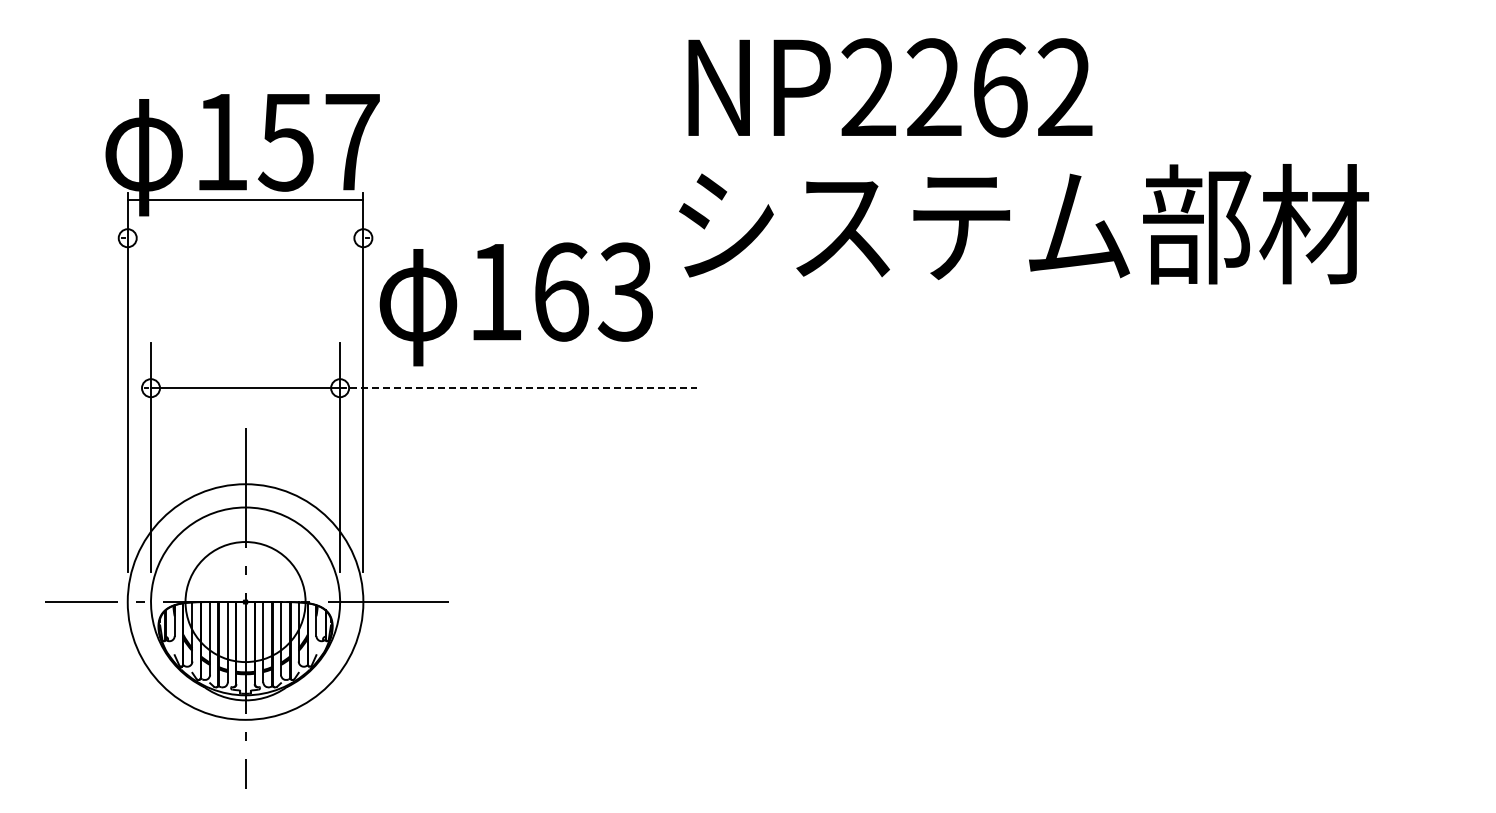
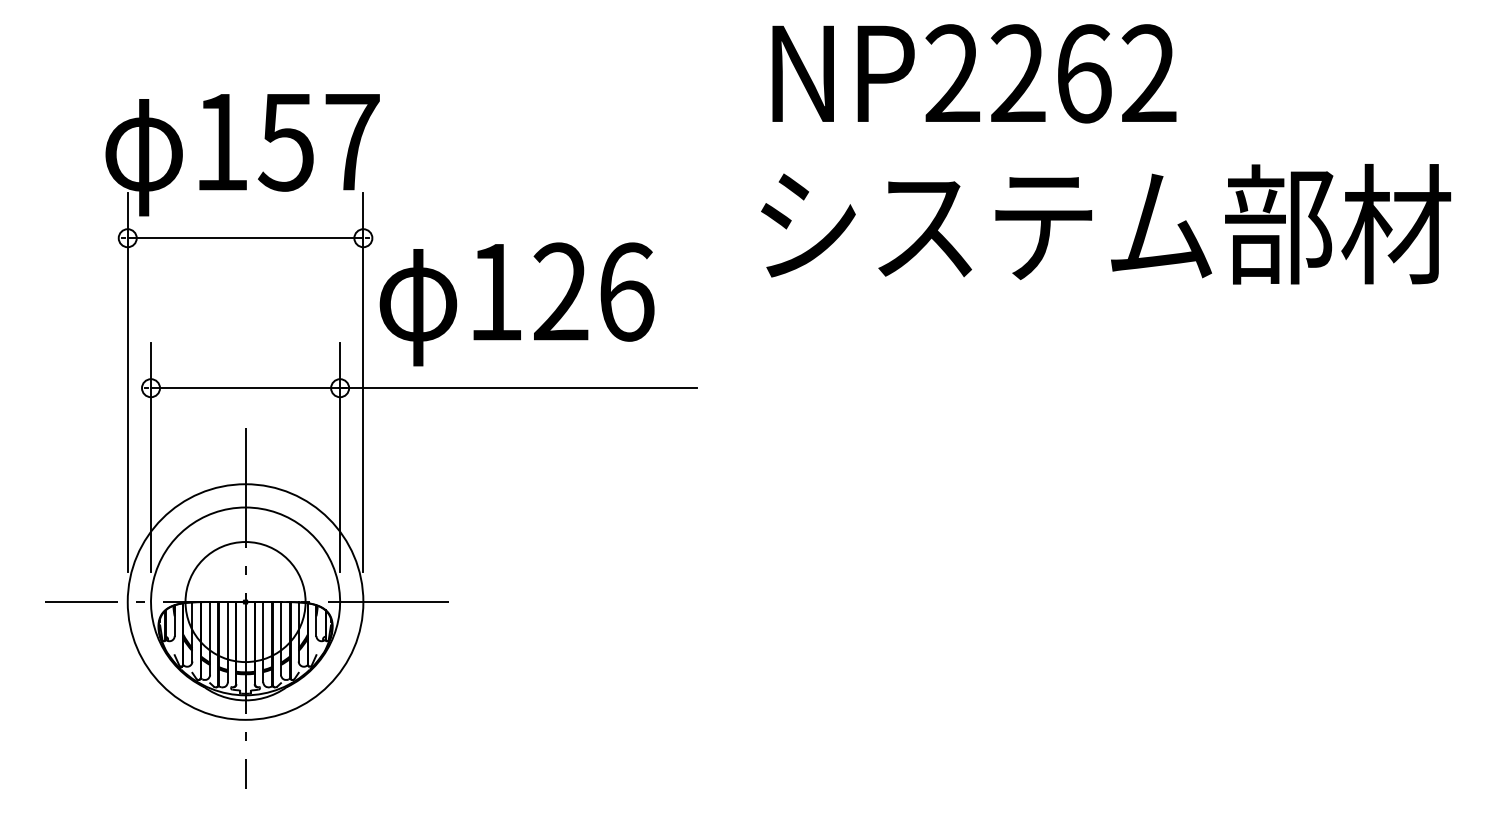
text at (890, 87) position: (890, 87) -> (974, 73)
line at (245, 200) position: (245, 200) -> (245, 238)
text at (1024, 224) position: (1024, 224) -> (1106, 224)
text at (593, 291): 163 -> 126
line at (518, 388): dashed -> solid
